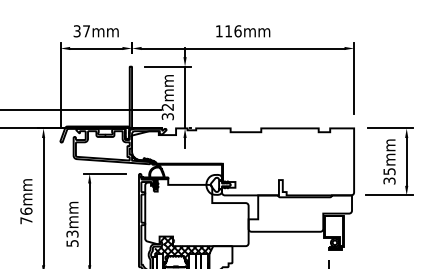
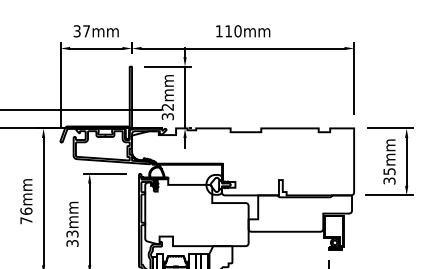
text at (237, 31): 116mm -> 110mm
text at (71, 243): 53mm -> 33mm
hatch at (183, 249): present -> none
